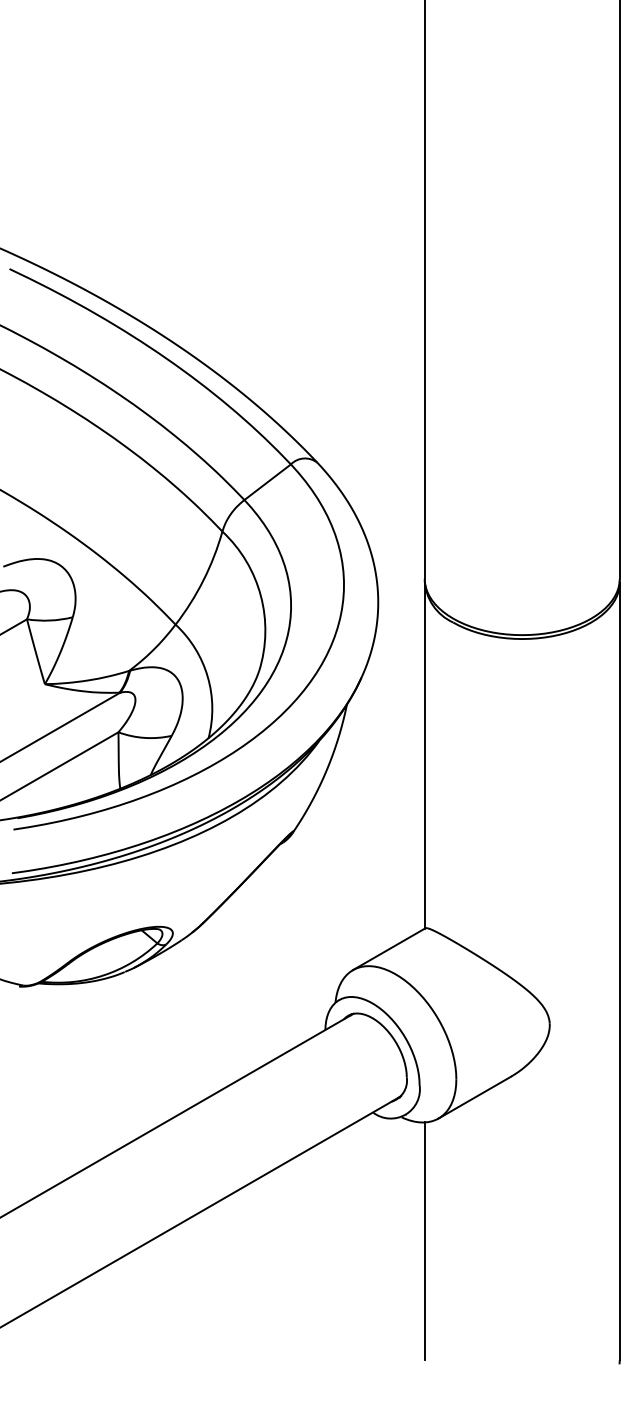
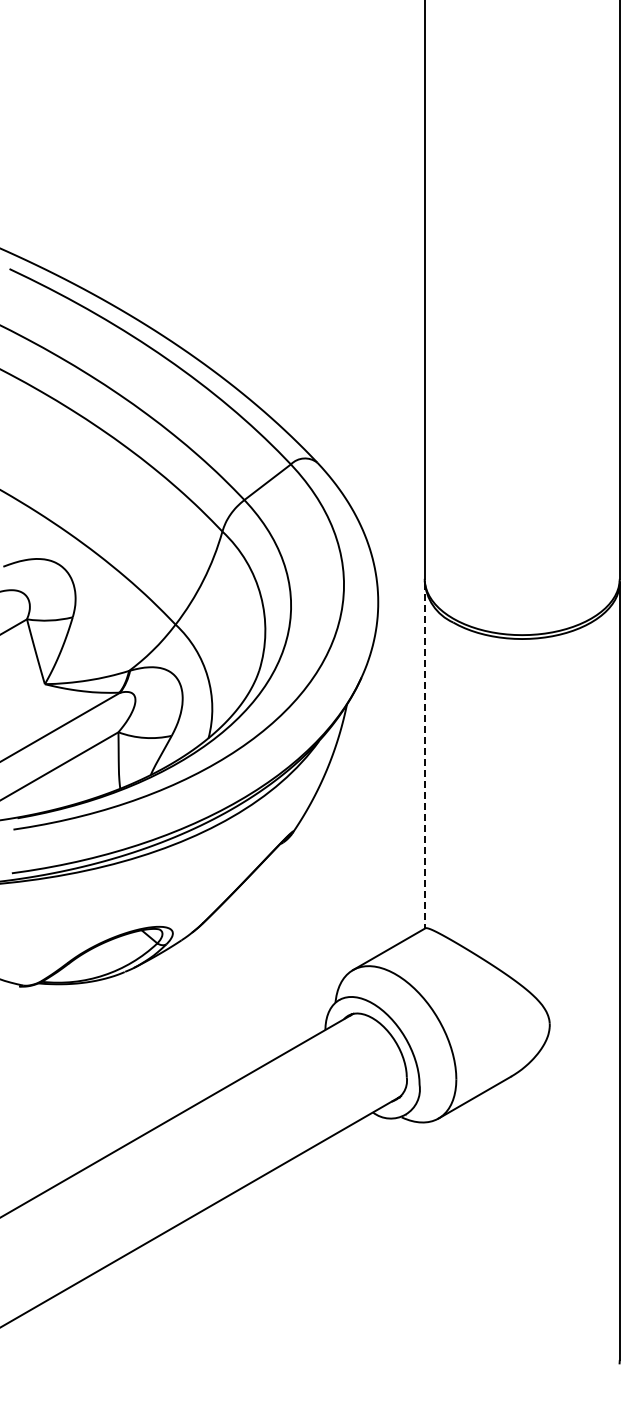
line at (424, 756): solid -> dashed
line at (424, 1240): present -> none
